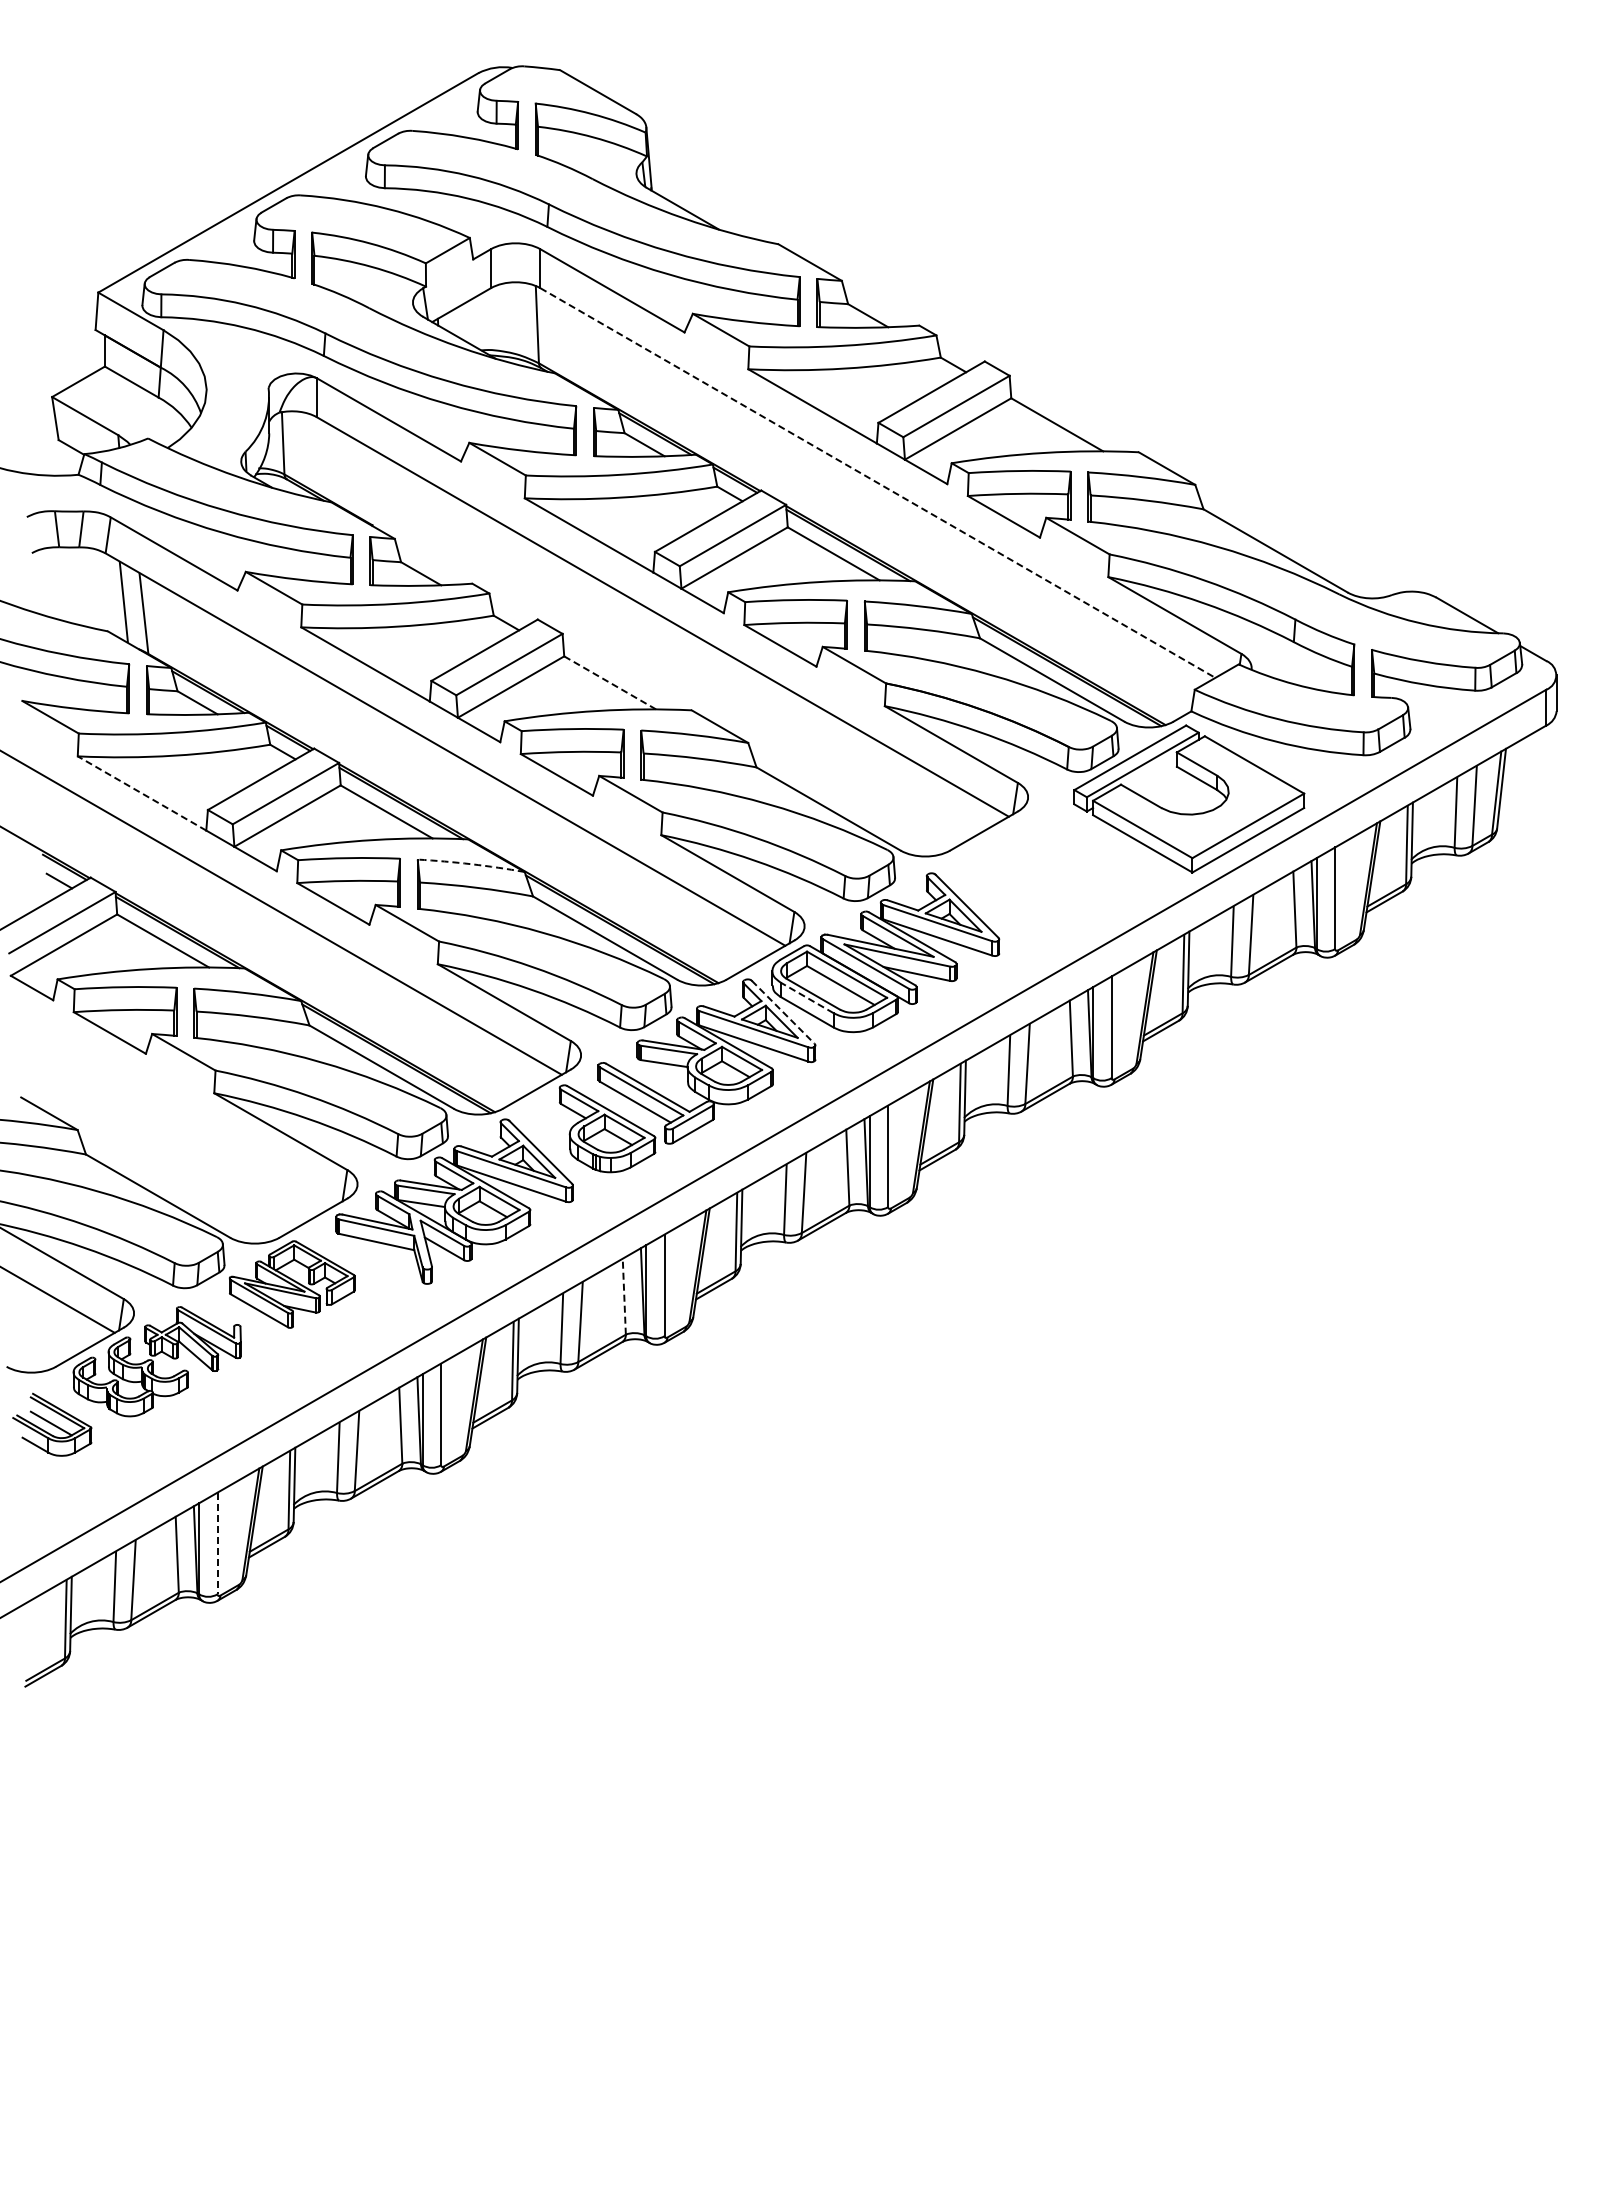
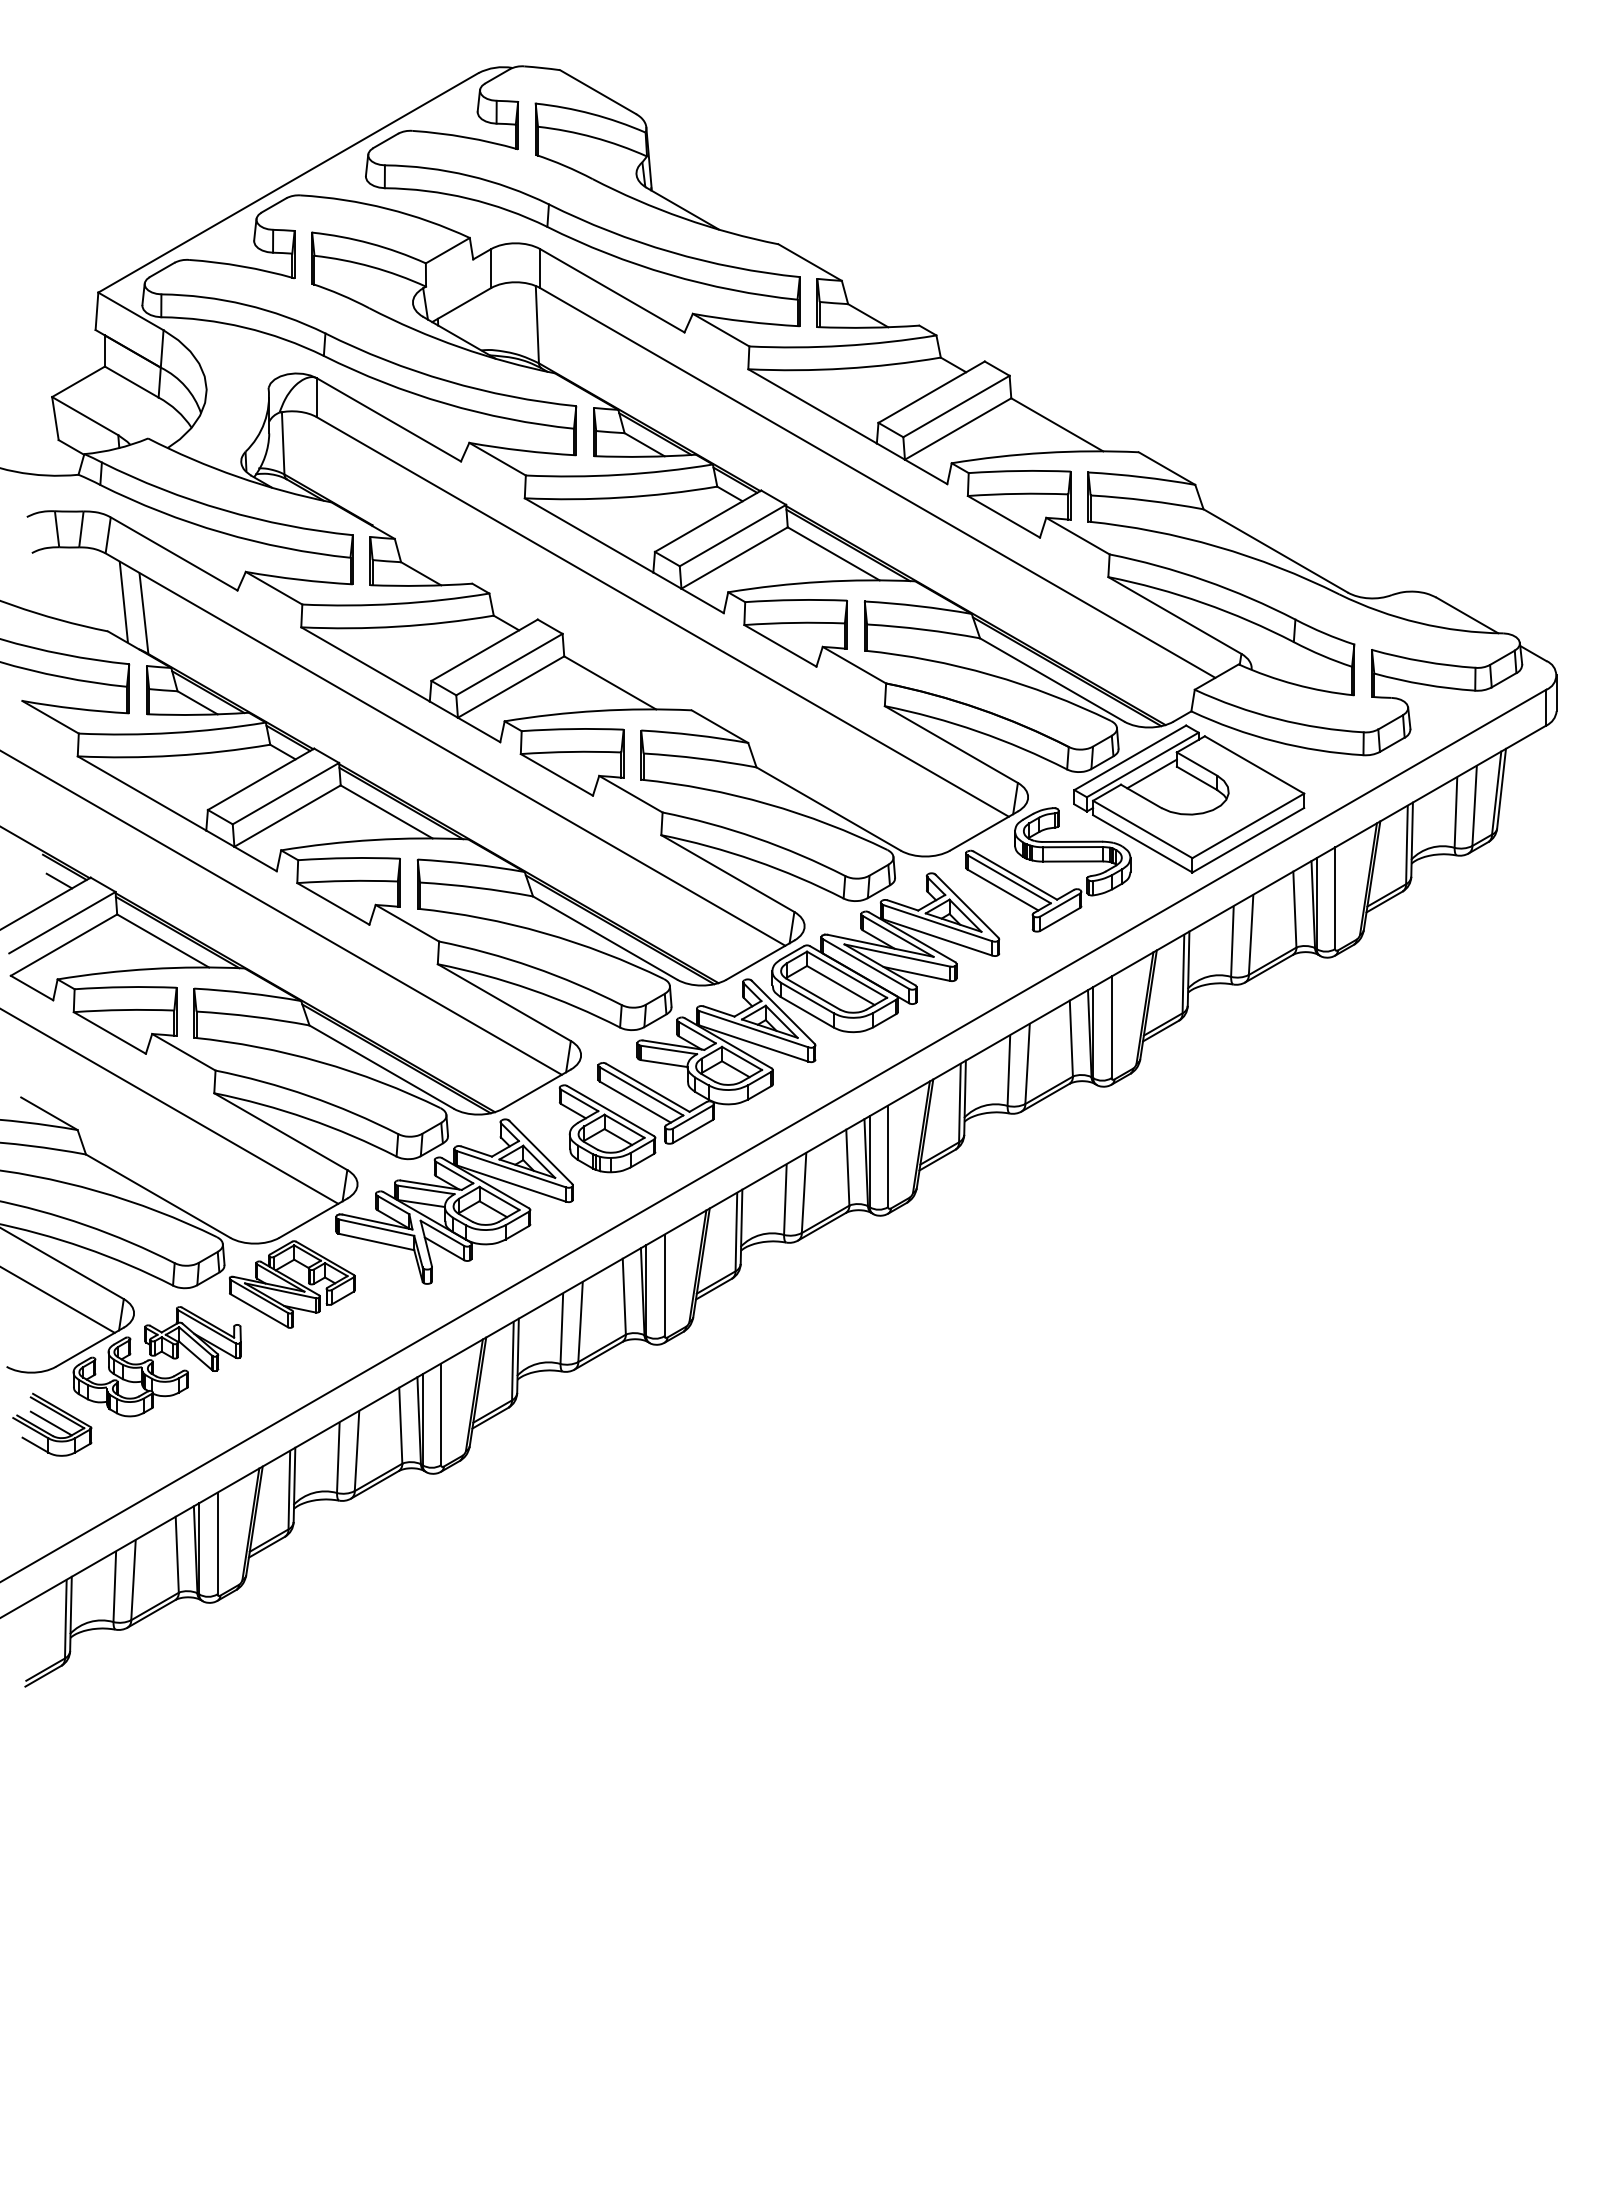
line at (877, 483): dashed -> solid
line at (610, 683): dashed -> solid
line at (1151, 773): none -> present
line at (141, 793): dashed -> solid
part at (1048, 862): none -> present
arc at (471, 864): dashed -> solid
line at (807, 997): dashed -> solid
line at (783, 1012): dashed -> solid
line at (170, 1106): none -> present
line at (624, 1296): dashed -> solid
line at (217, 1543): dashed -> solid
